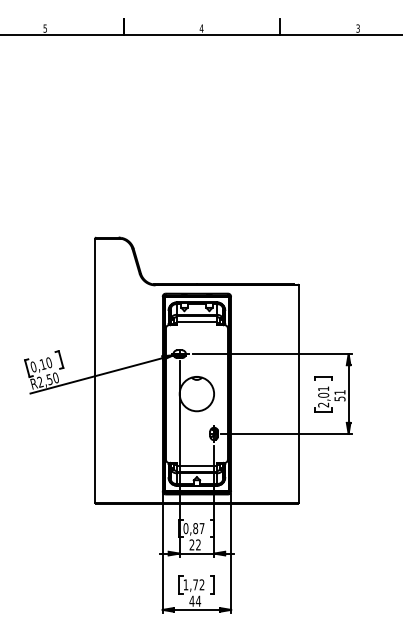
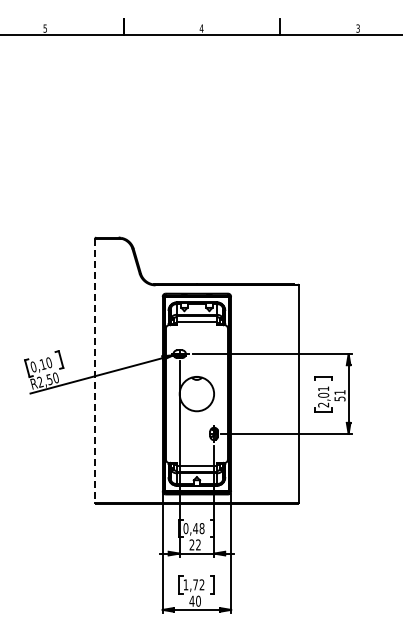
line at (95, 371): solid -> dashed
text at (198, 528): 0,87 -> 0,48
text at (198, 600): 44 -> 40
